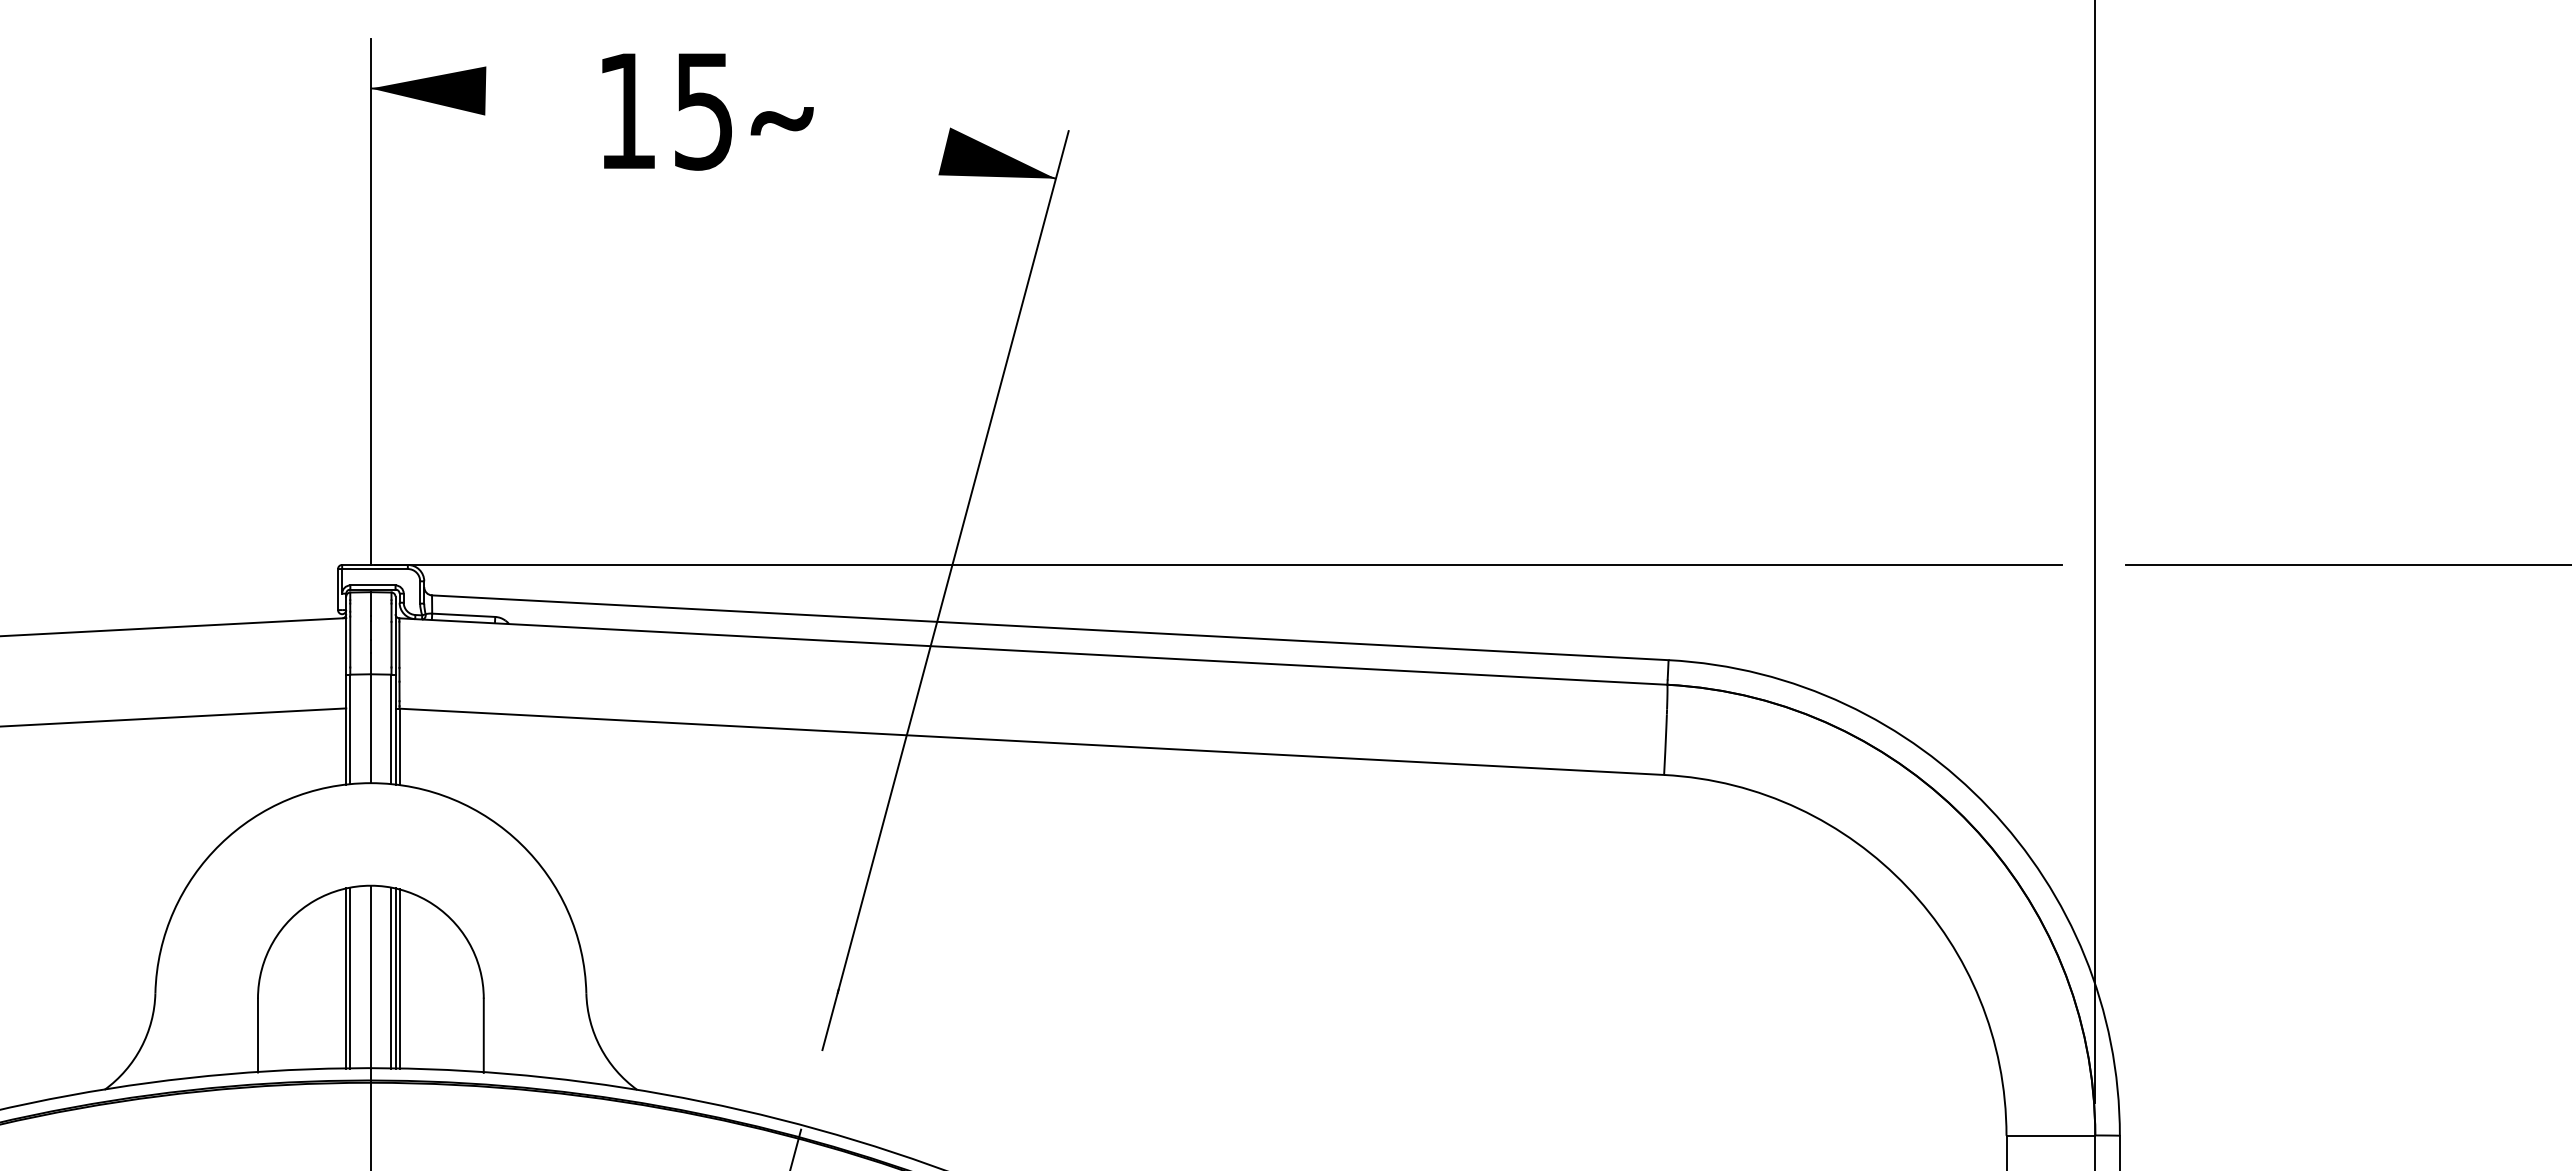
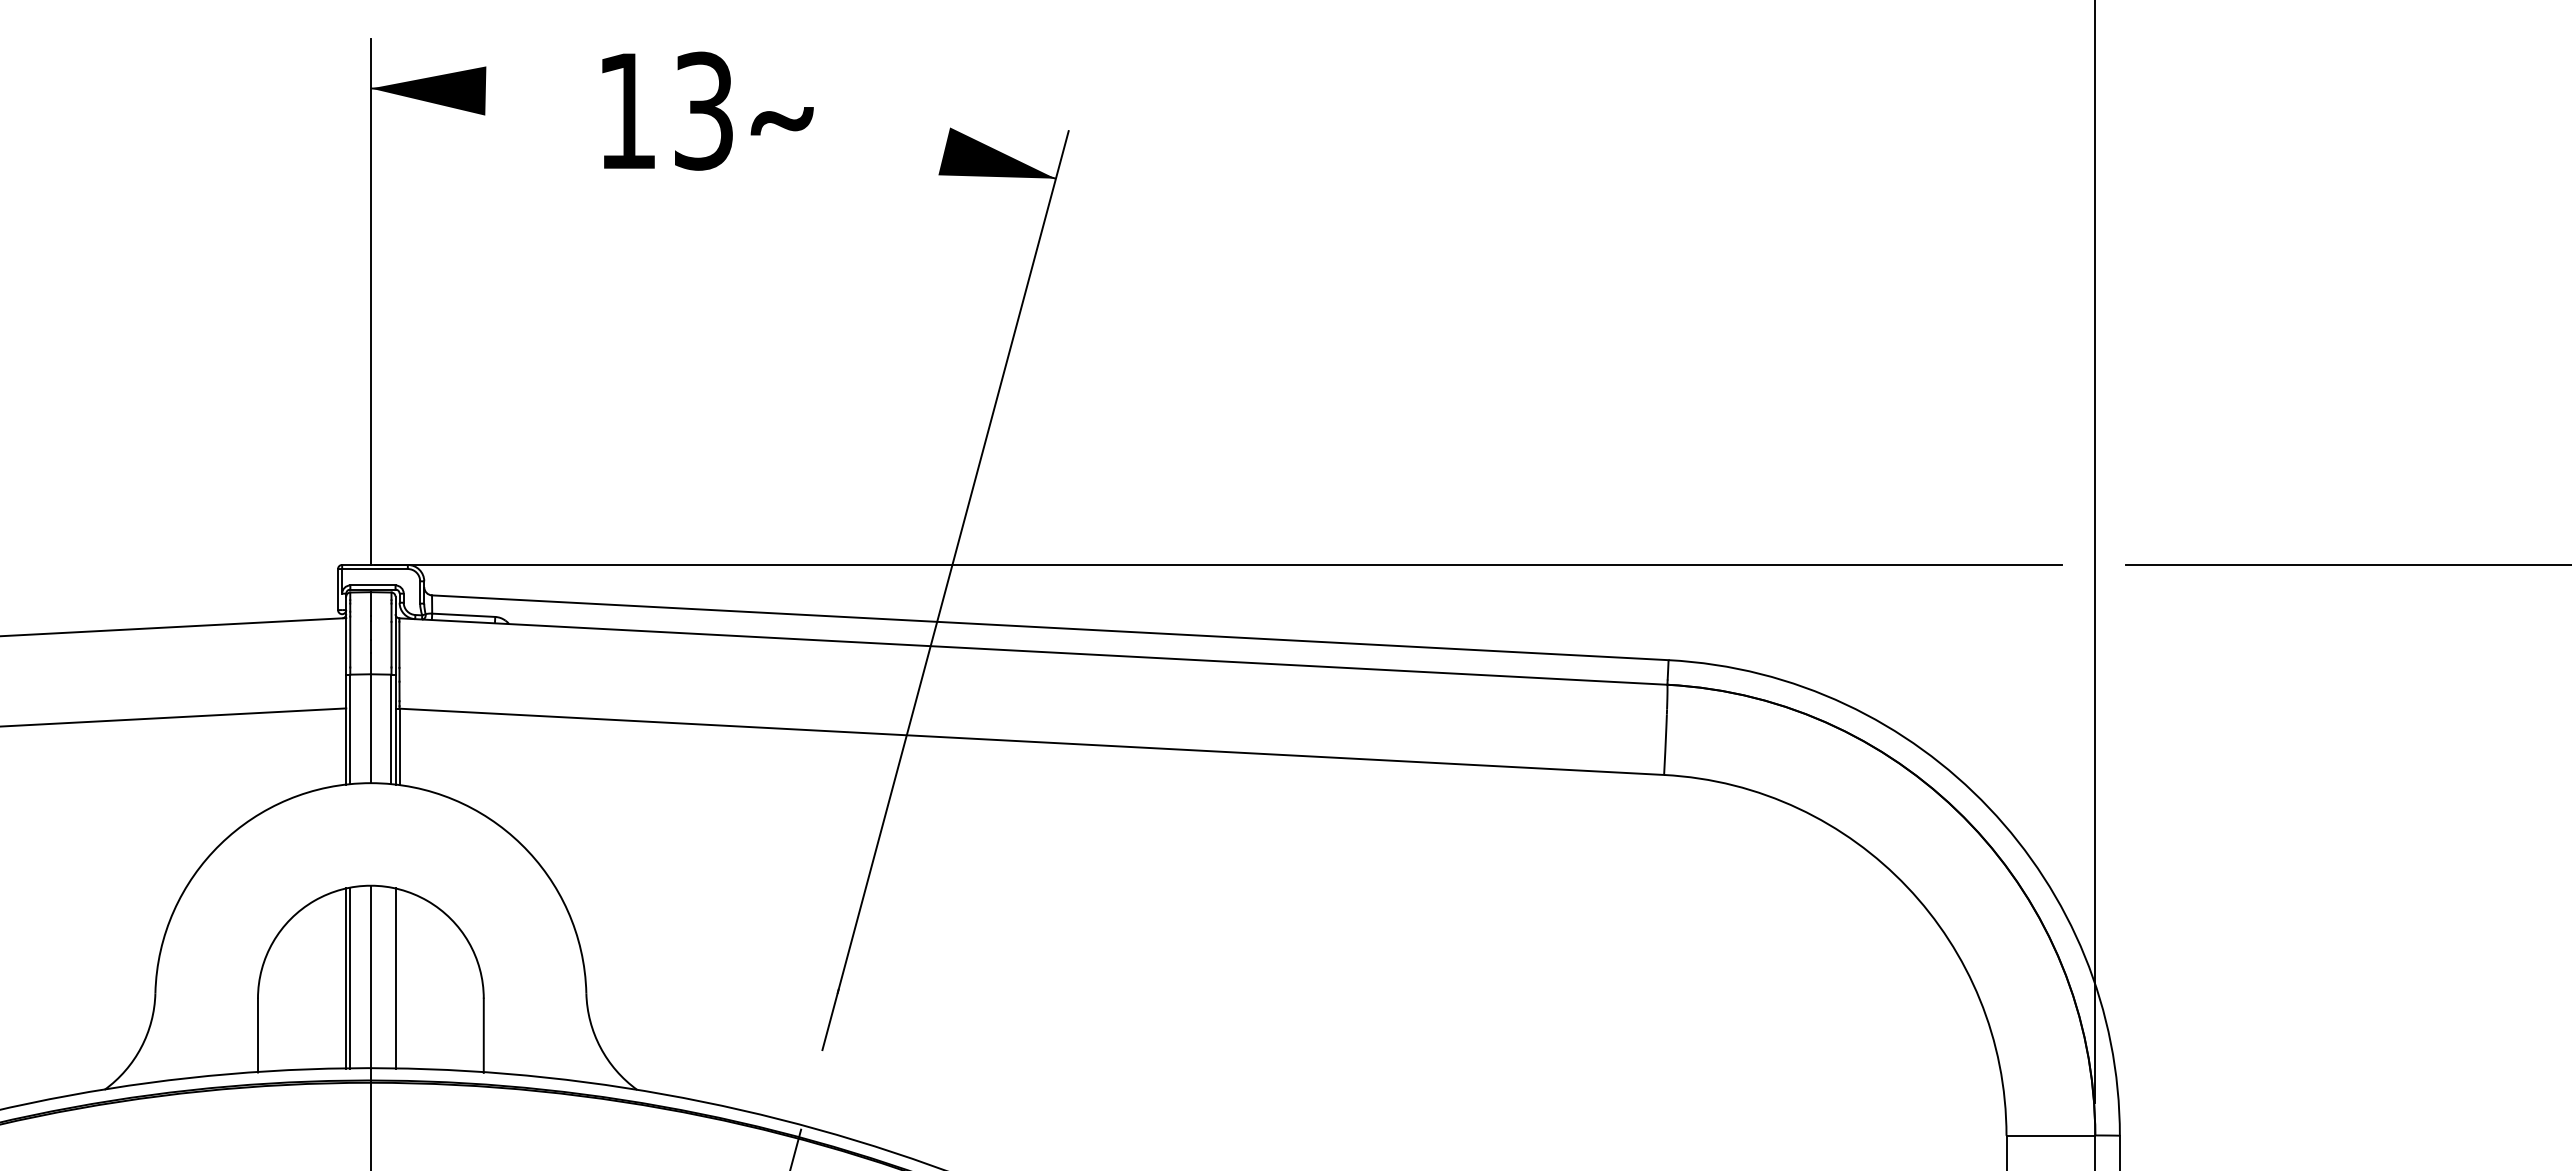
text at (703, 110): 15 -> 13
line at (391, 978): present -> none
line at (399, 979): present -> none
